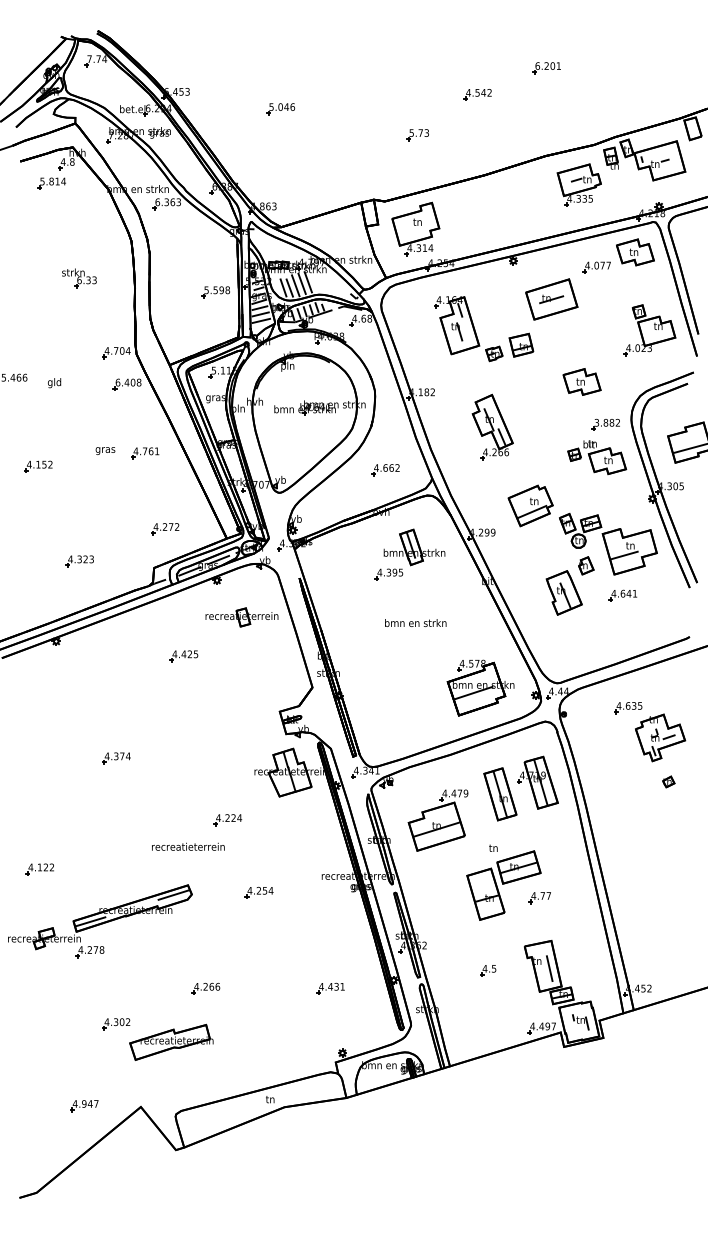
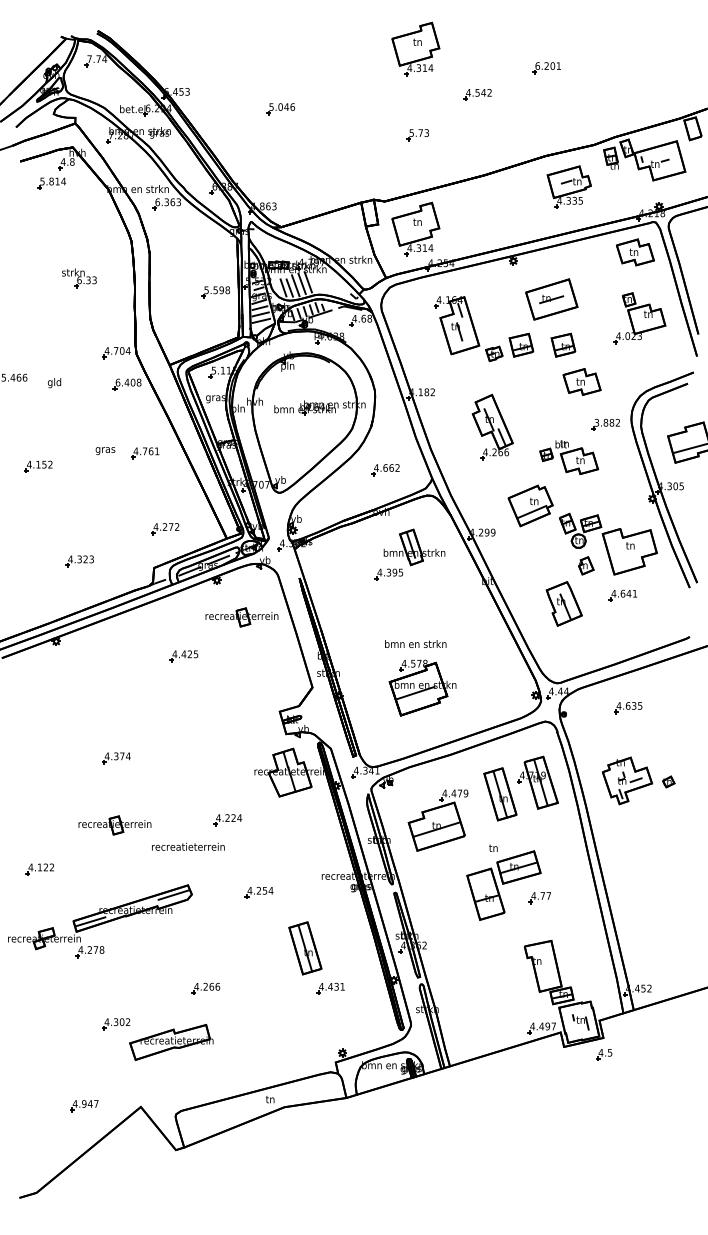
part at (415, 48): none -> present
part at (578, 184) position: (578, 184) -> (568, 186)
part at (596, 267): present -> none
part at (649, 330) position: (649, 330) -> (639, 318)
part at (563, 344): none -> present
part at (597, 457) position: (597, 457) -> (569, 457)
line at (623, 555): present -> none
part at (563, 592) position: (563, 592) -> (563, 603)
text at (415, 622) position: (415, 622) -> (415, 643)
part at (480, 687) position: (480, 687) -> (422, 687)
part at (660, 737) position: (660, 737) -> (627, 780)
part at (114, 825): none -> present
part at (305, 948): none -> present
line at (549, 968): present -> none
part at (488, 970) position: (488, 970) -> (604, 1054)
